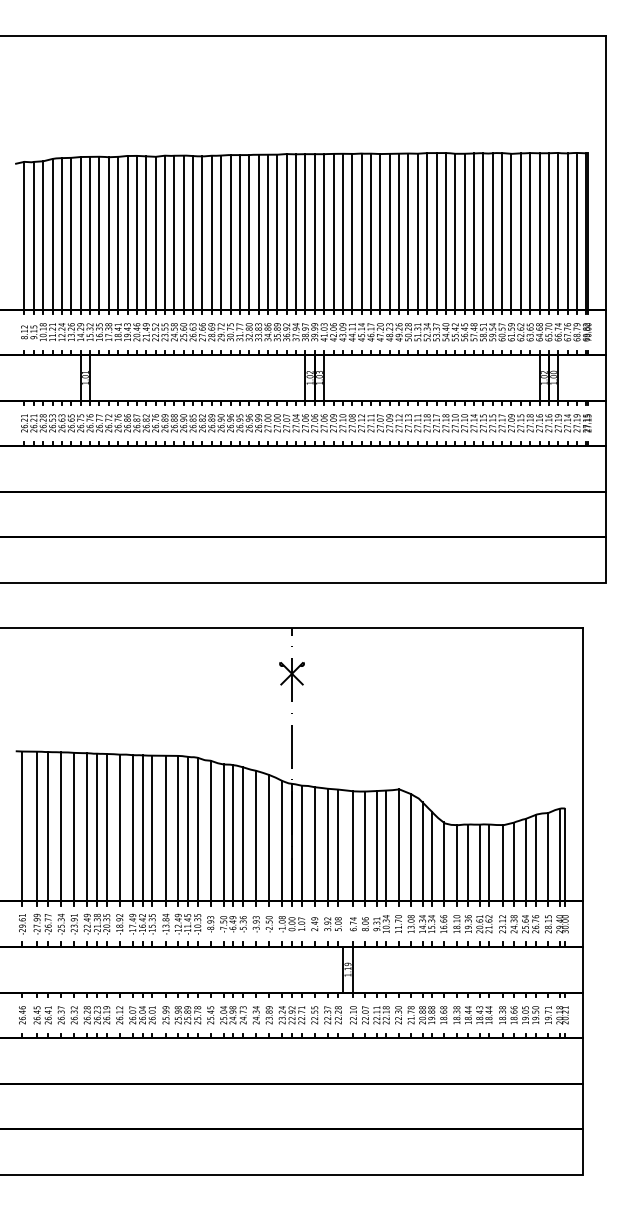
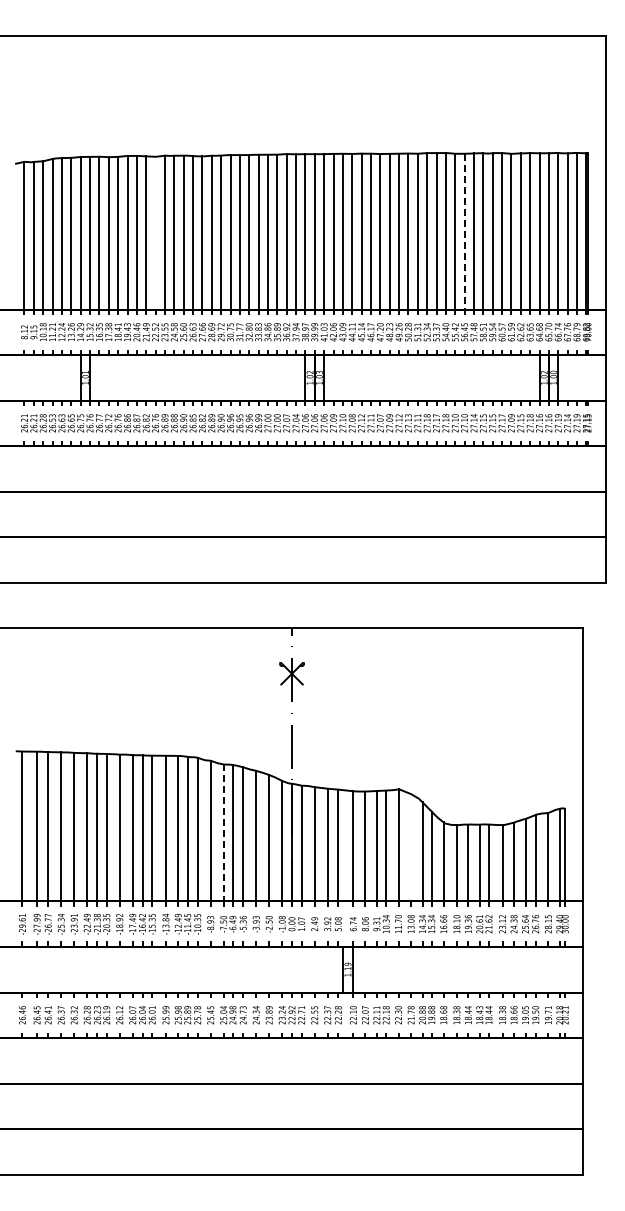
line at (464, 231): solid -> dashed
line at (155, 232): present -> none
line at (223, 833): solid -> dashed
line at (411, 847): present -> none
